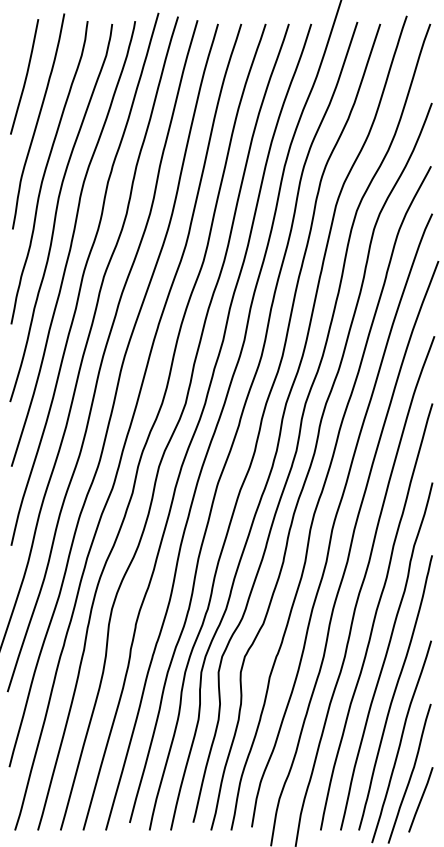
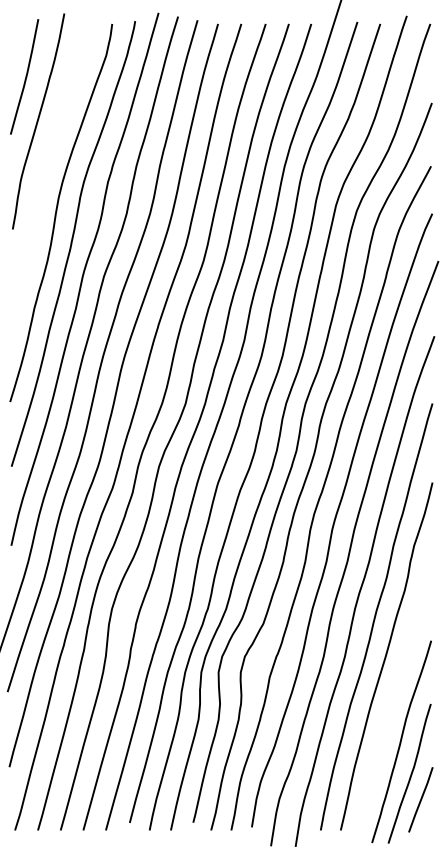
curve at (46, 170): present -> none
curve at (395, 692): present -> none
